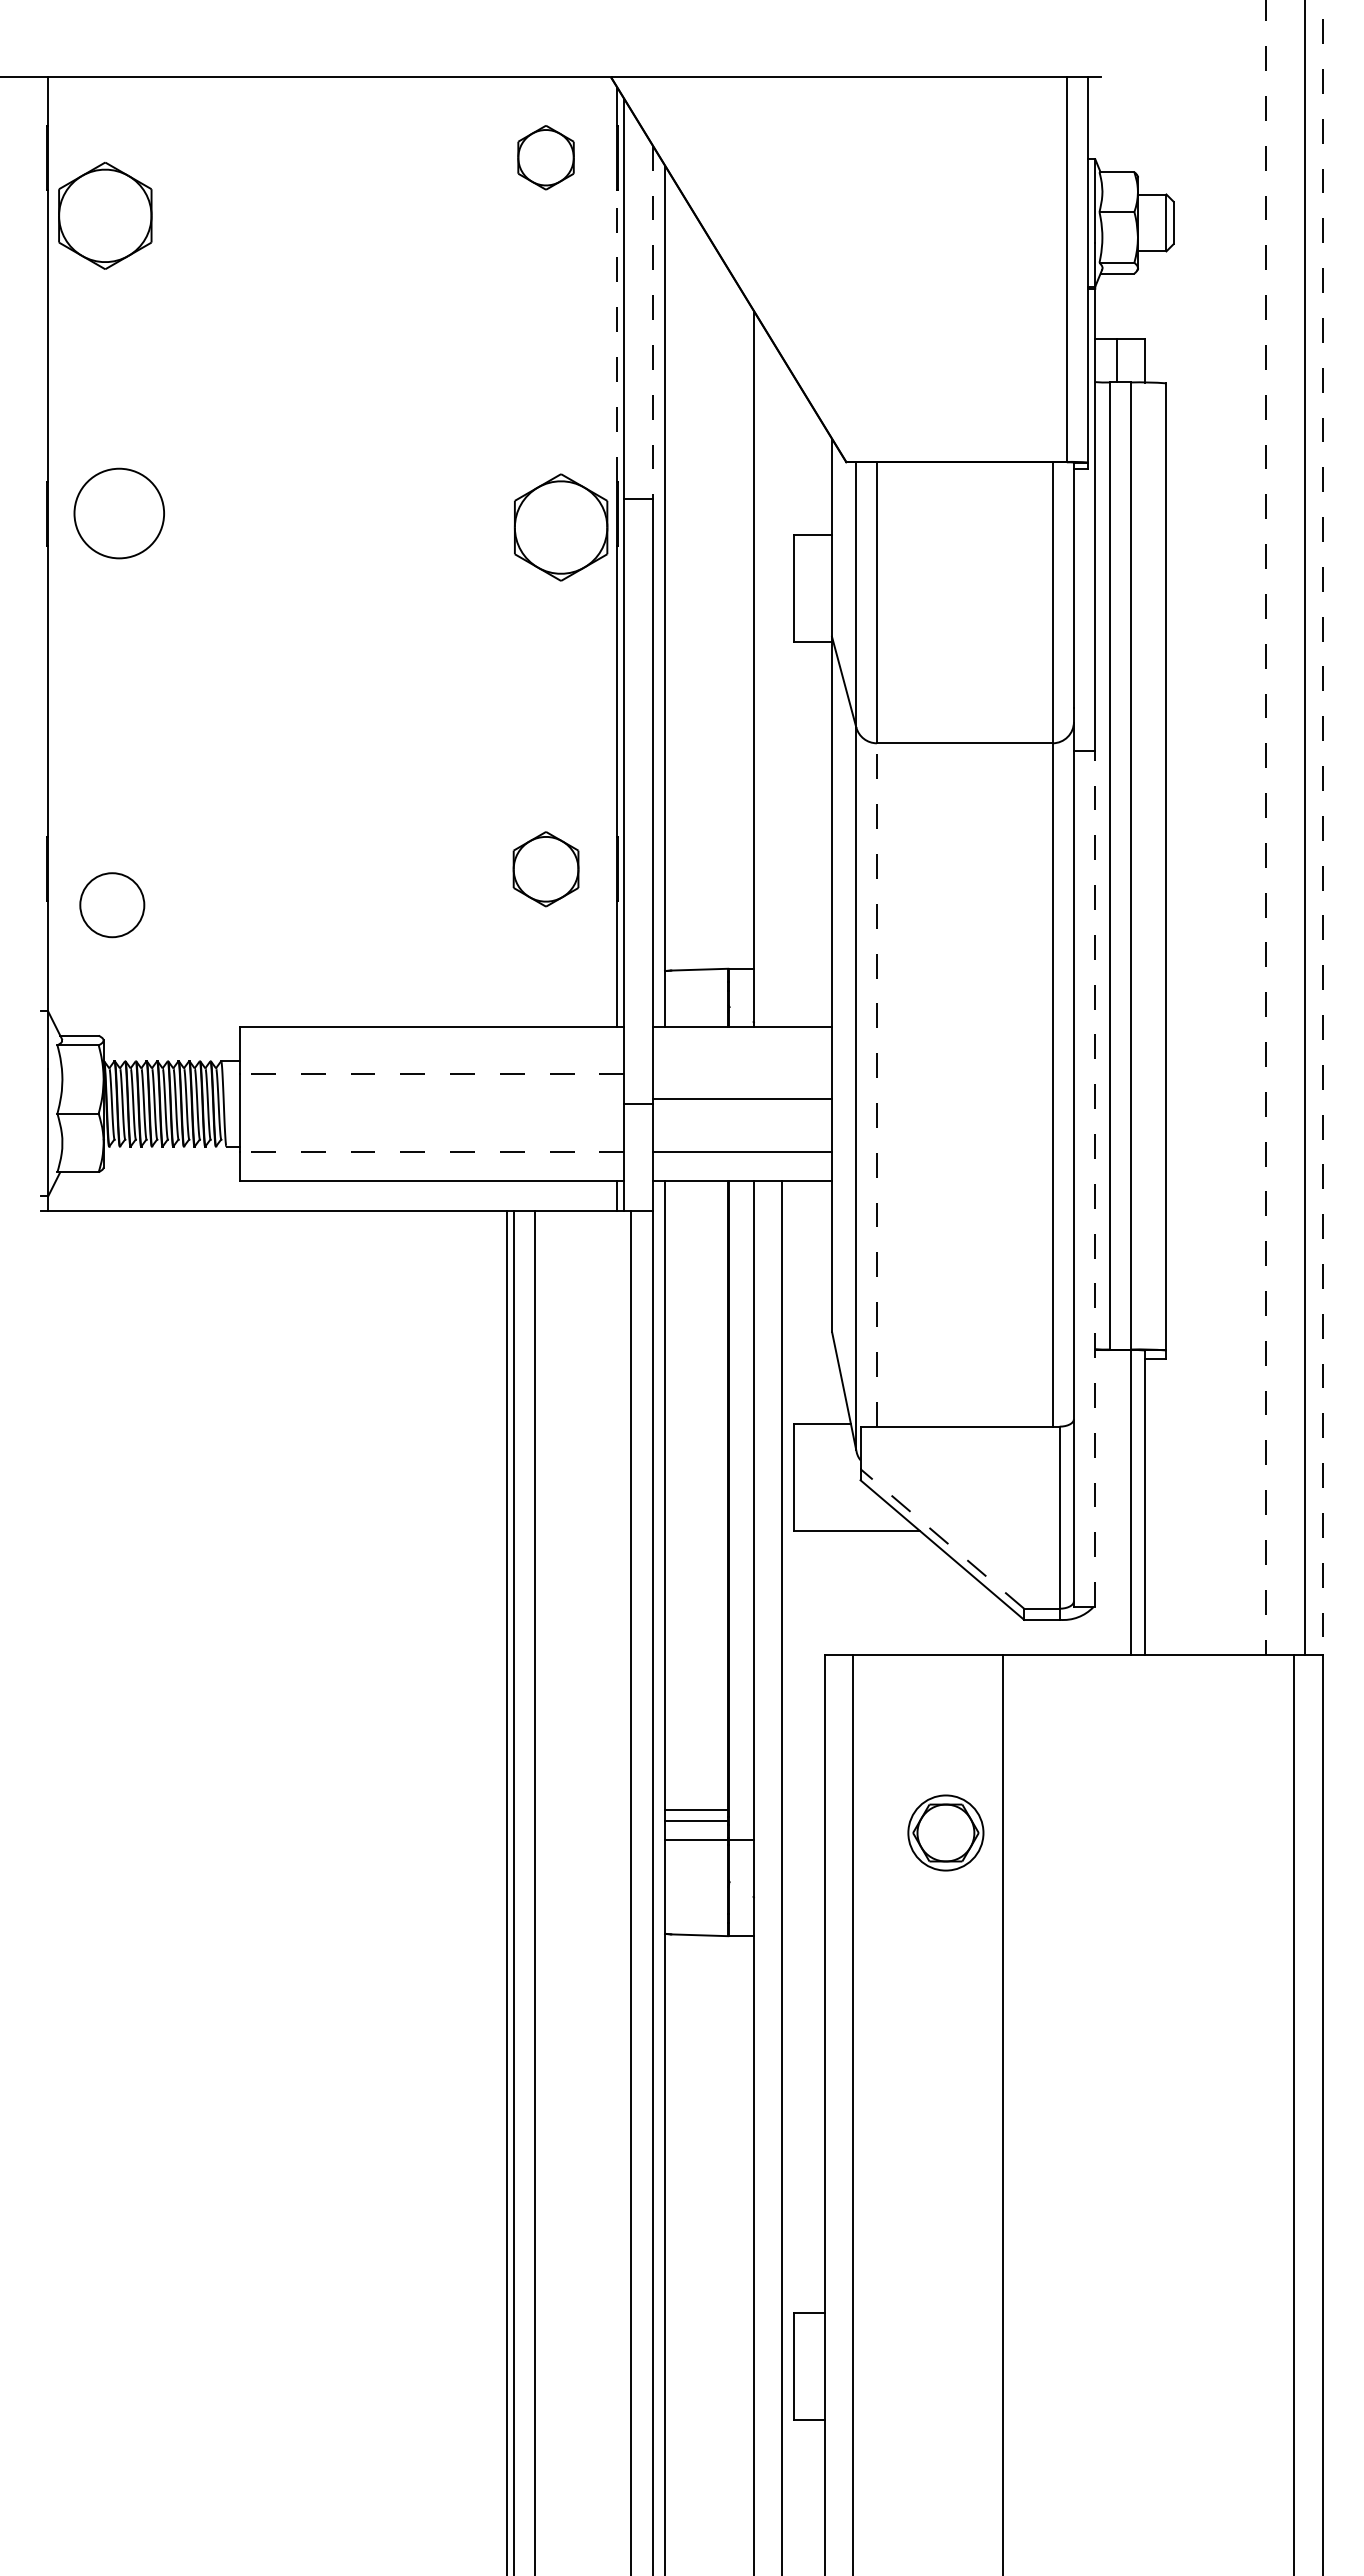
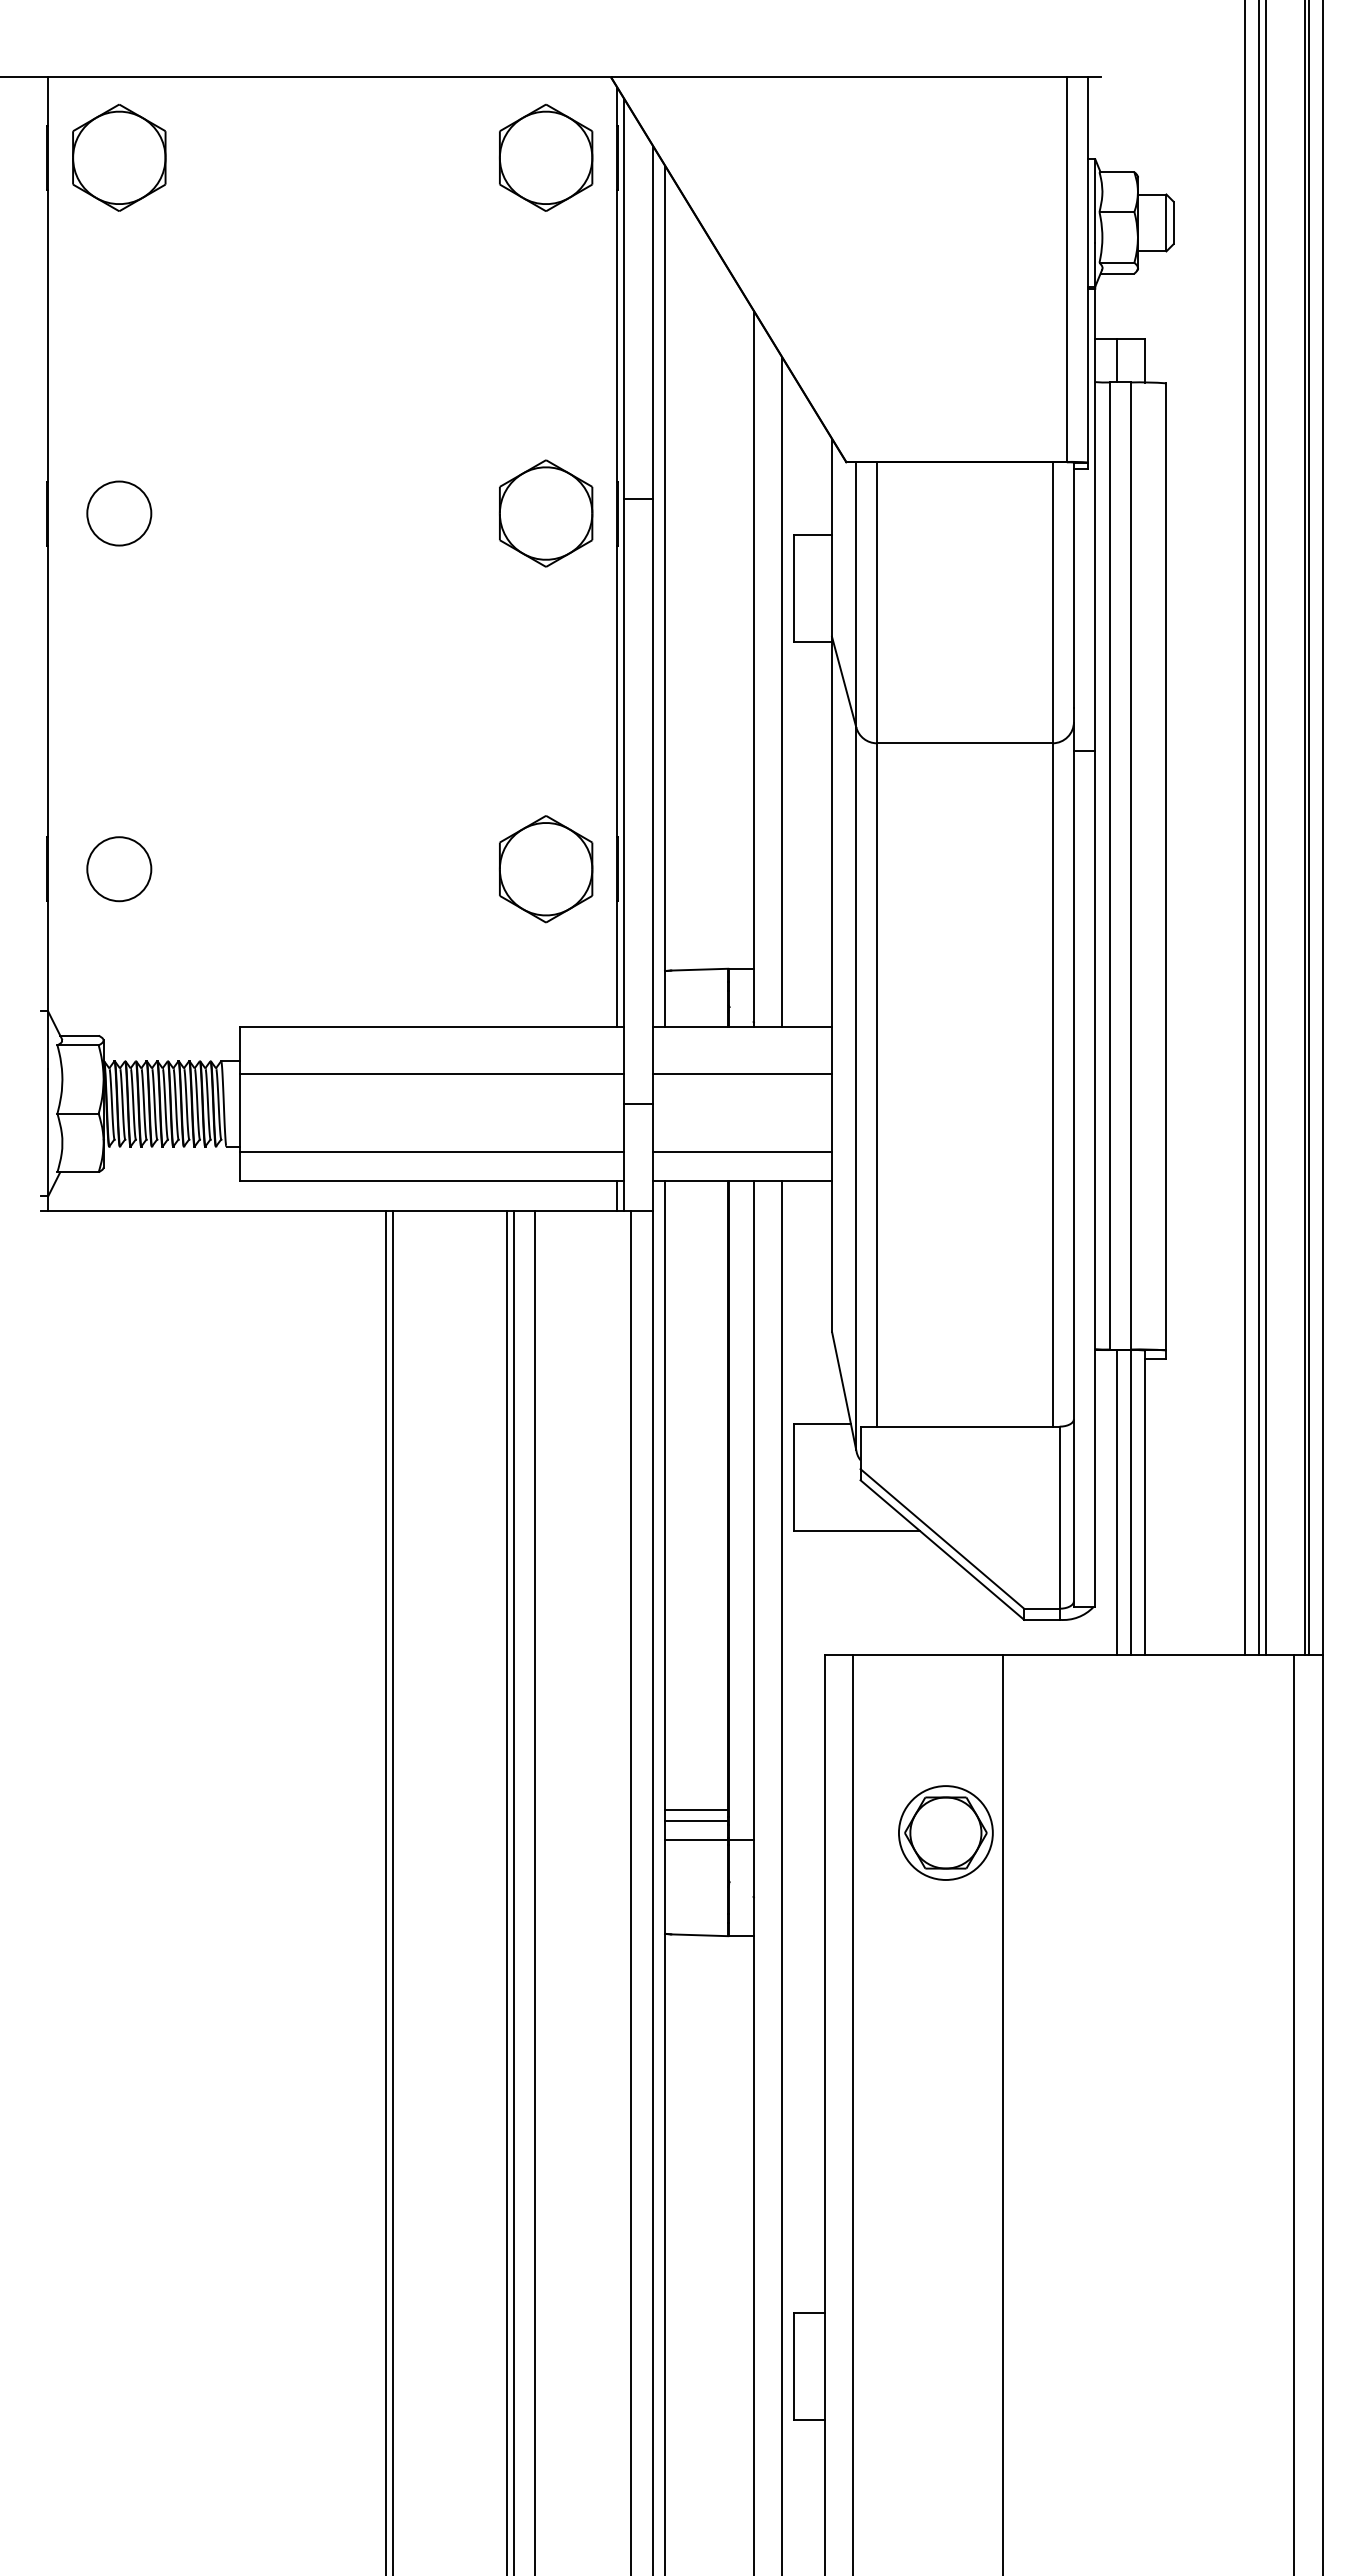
part at (545, 157) size: 58x66 px -> 96x109 px
part at (105, 215) position: (105, 215) -> (119, 157)
line at (652, 322): dashed -> solid
line at (617, 335): dashed -> solid
circle at (119, 513) diameter: 90 px -> 64 px
part at (560, 527) position: (560, 527) -> (545, 513)
line at (782, 691): none -> present
line at (1244, 828): none -> present
line at (1258, 828): none -> present
line at (1265, 828): dashed -> solid
line at (1308, 828): none -> present
line at (1322, 828): dashed -> solid
part at (545, 869) size: 68x77 px -> 96x109 px
circle at (112, 905) position: (112, 905) -> (119, 869)
line at (431, 1074): dashed -> solid
line at (876, 1084): dashed -> solid
line at (741, 1099) position: (741, 1099) -> (741, 1074)
line at (431, 1151): dashed -> solid
line at (1095, 1178): dashed -> solid
line at (1116, 1502): none -> present
line at (942, 1538): dashed -> solid
part at (945, 1832) size: 78x78 px -> 96x96 px
line at (386, 1891): none -> present
line at (393, 1891): none -> present
